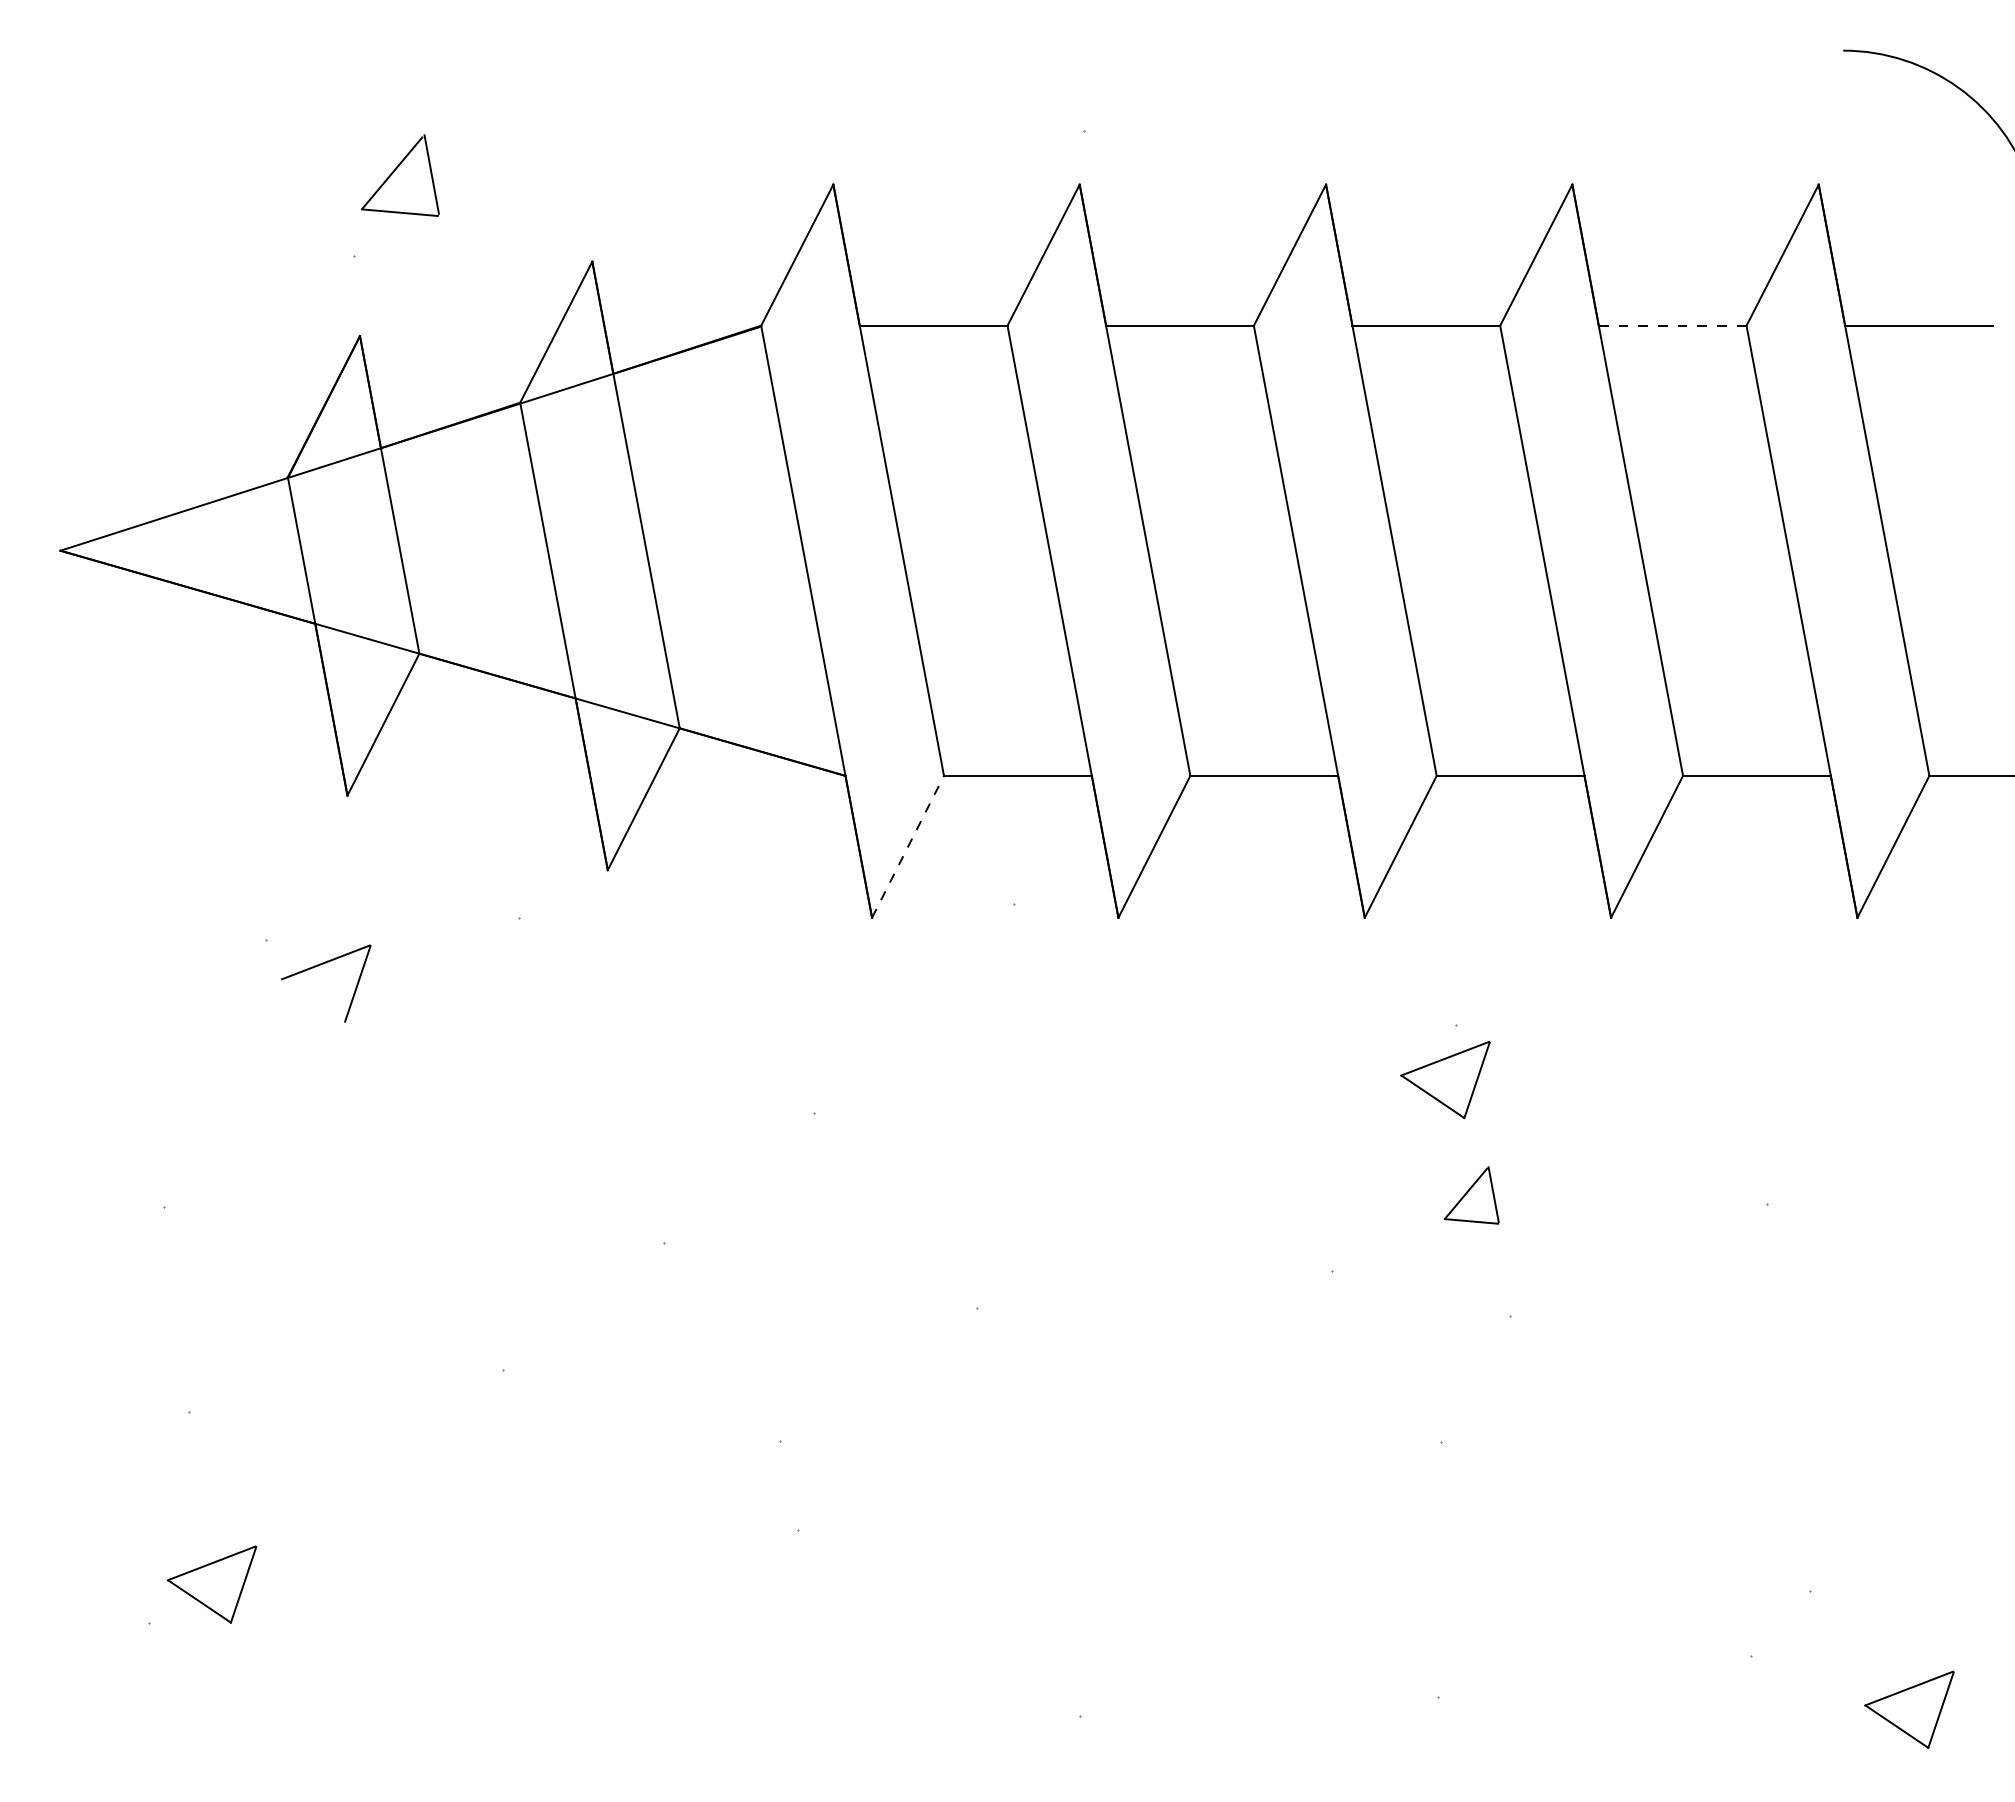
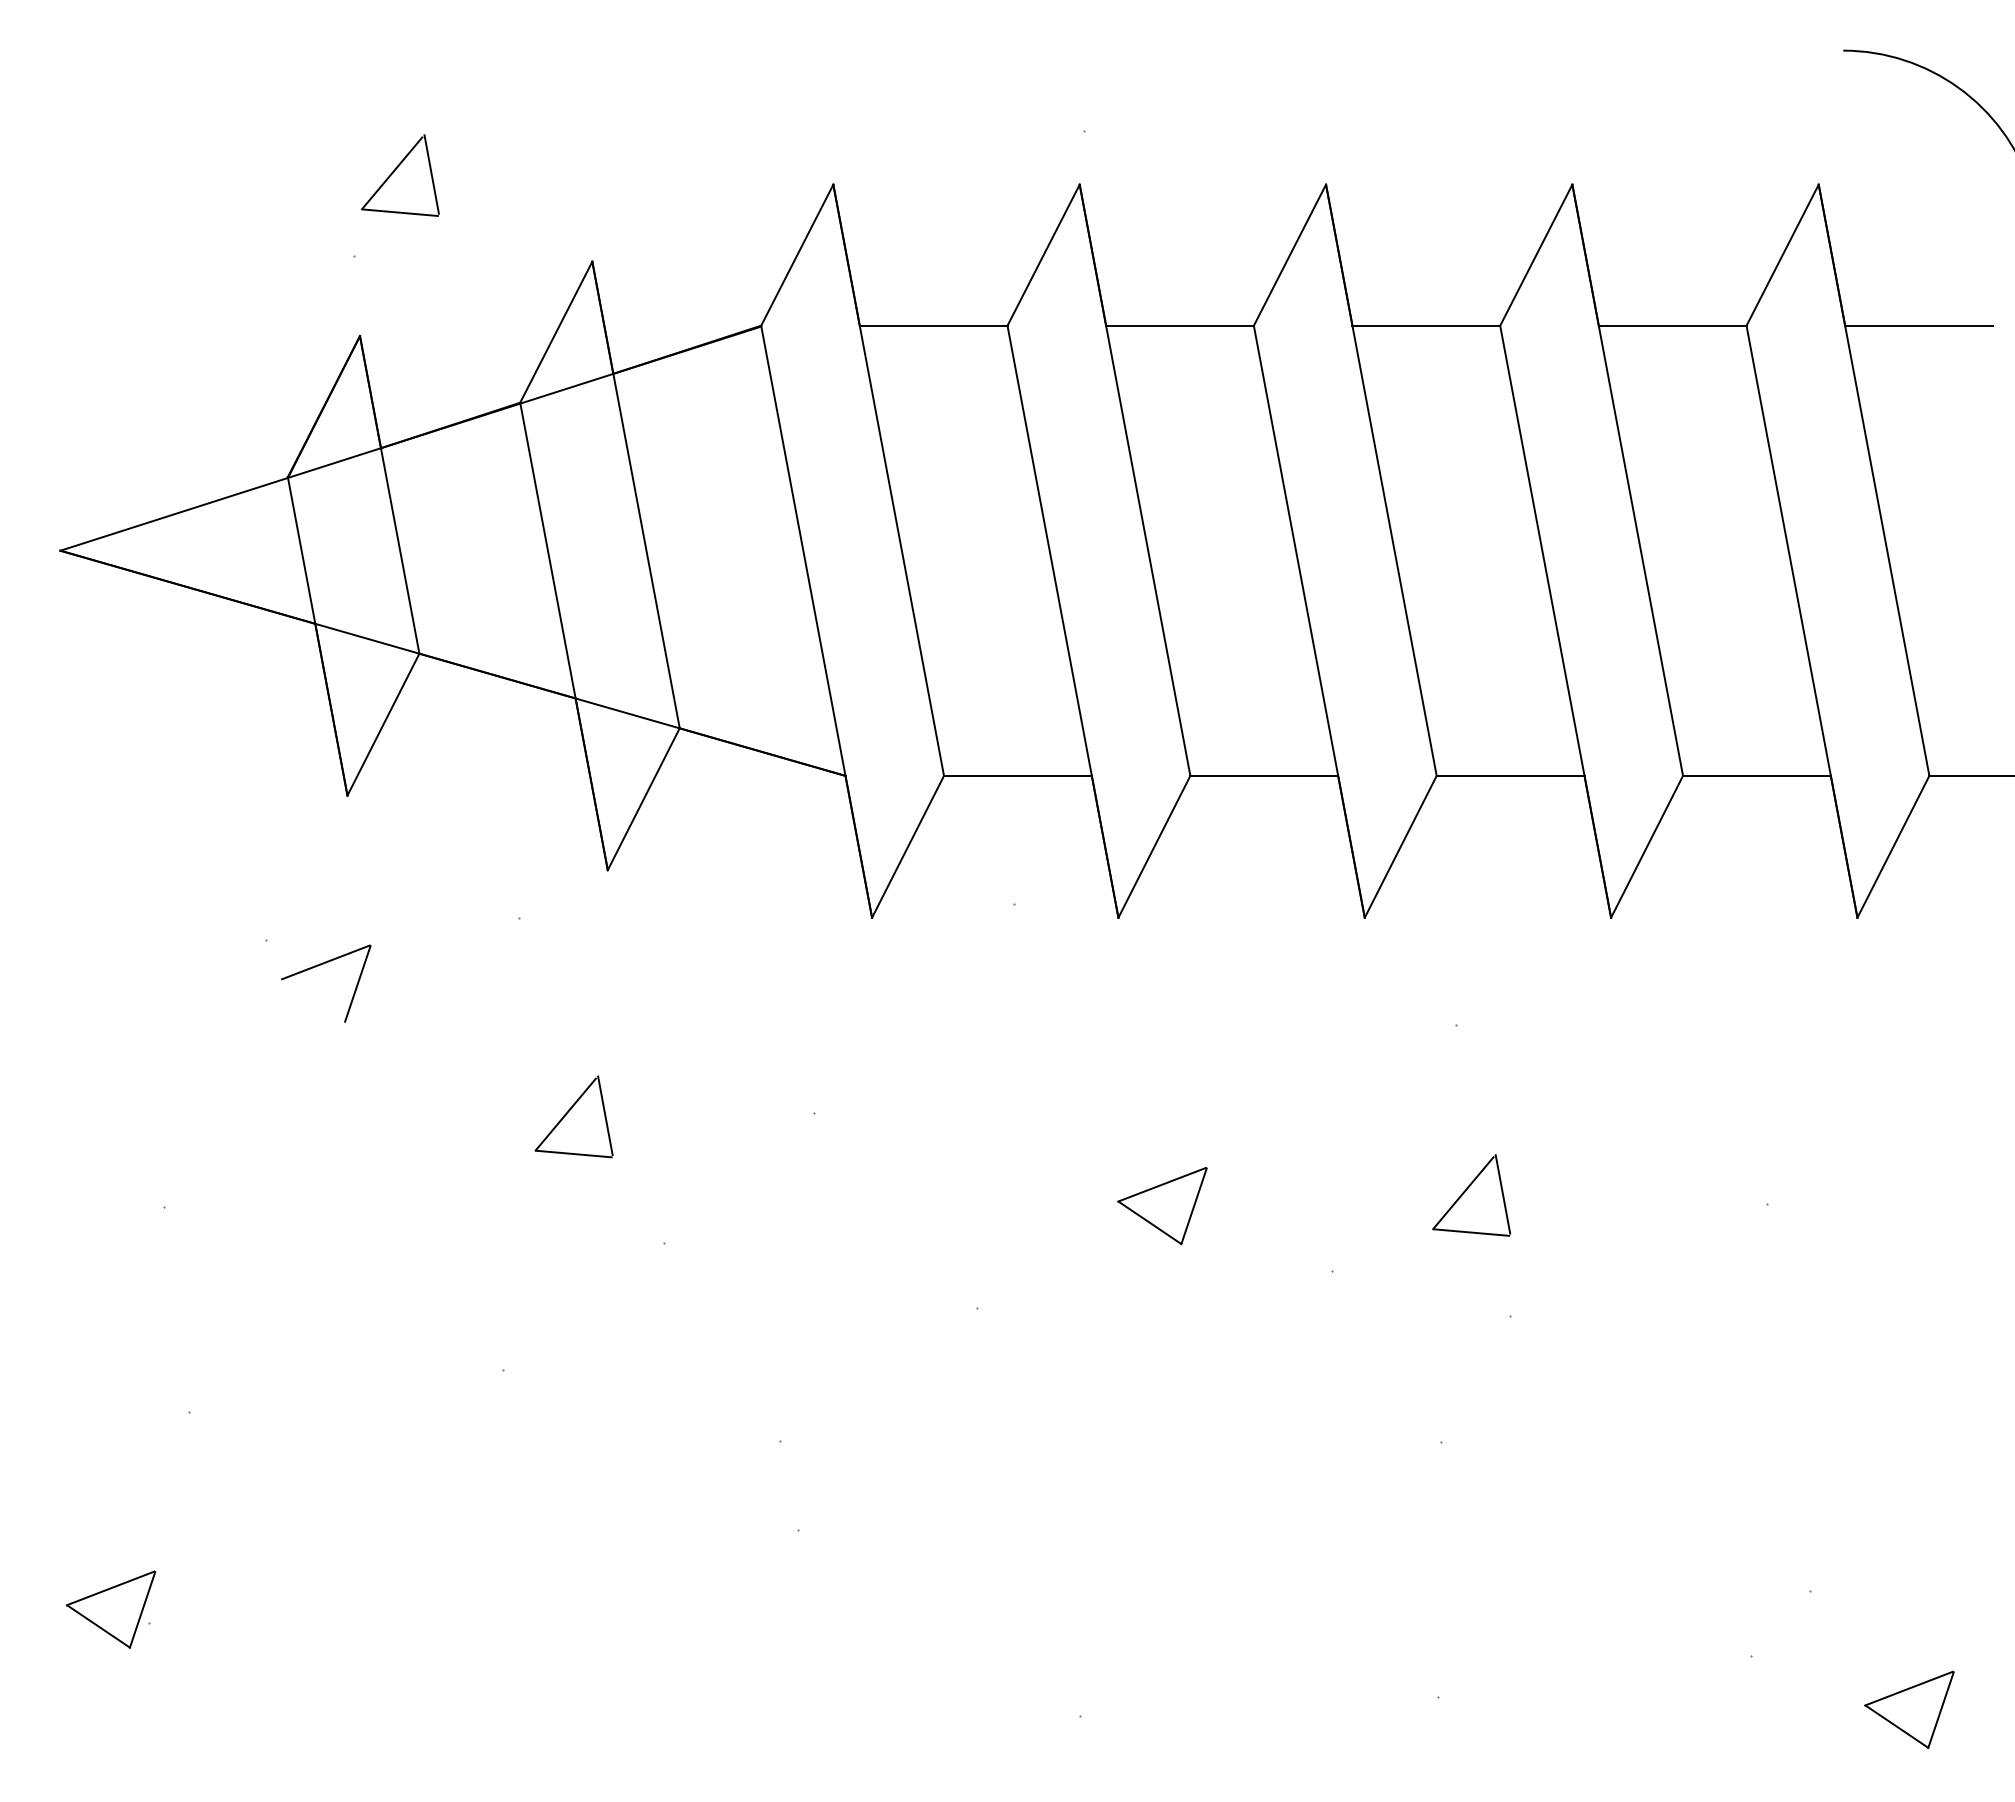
line at (1672, 325): dashed -> solid
line at (908, 846): dashed -> solid
part at (1445, 1080) position: (1445, 1080) -> (1162, 1206)
part at (573, 1116): none -> present
part at (1471, 1195) size: 57x59 px -> 80x83 px
part at (211, 1584) position: (211, 1584) -> (110, 1609)
